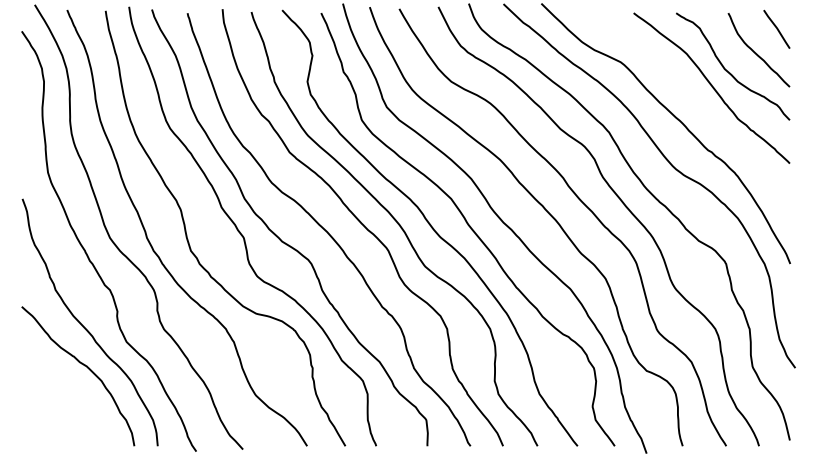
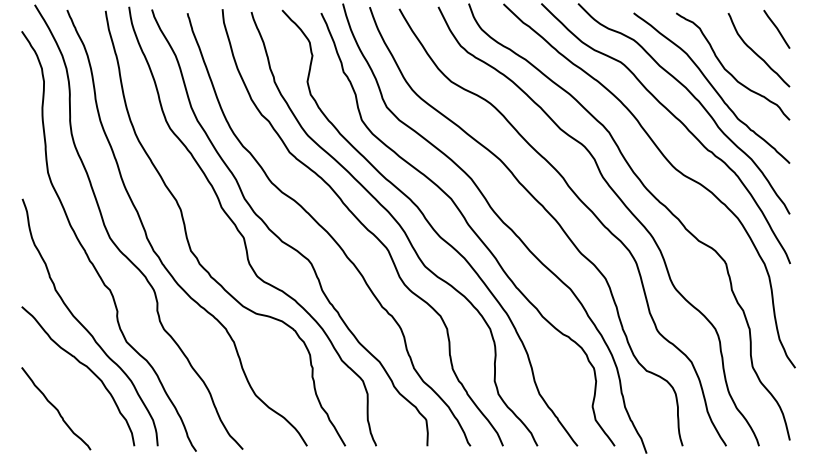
curve at (693, 97): none -> present
curve at (56, 408): none -> present
